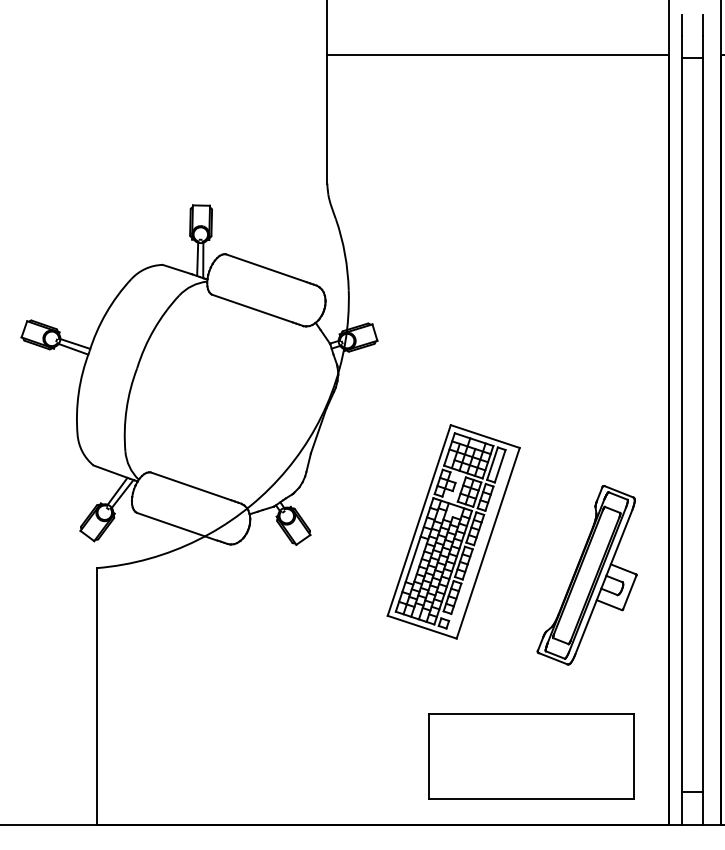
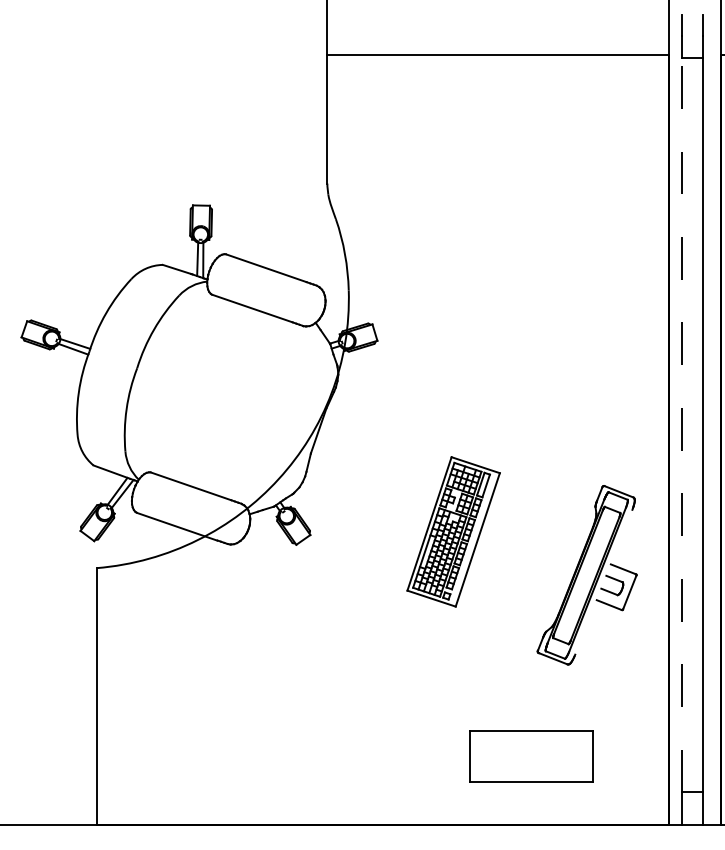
line at (682, 424): solid -> dashed
part at (453, 531) size: 135x216 px -> 95x152 px
line at (603, 581): present -> none
part at (531, 756) size: 207x87 px -> 125x53 px
